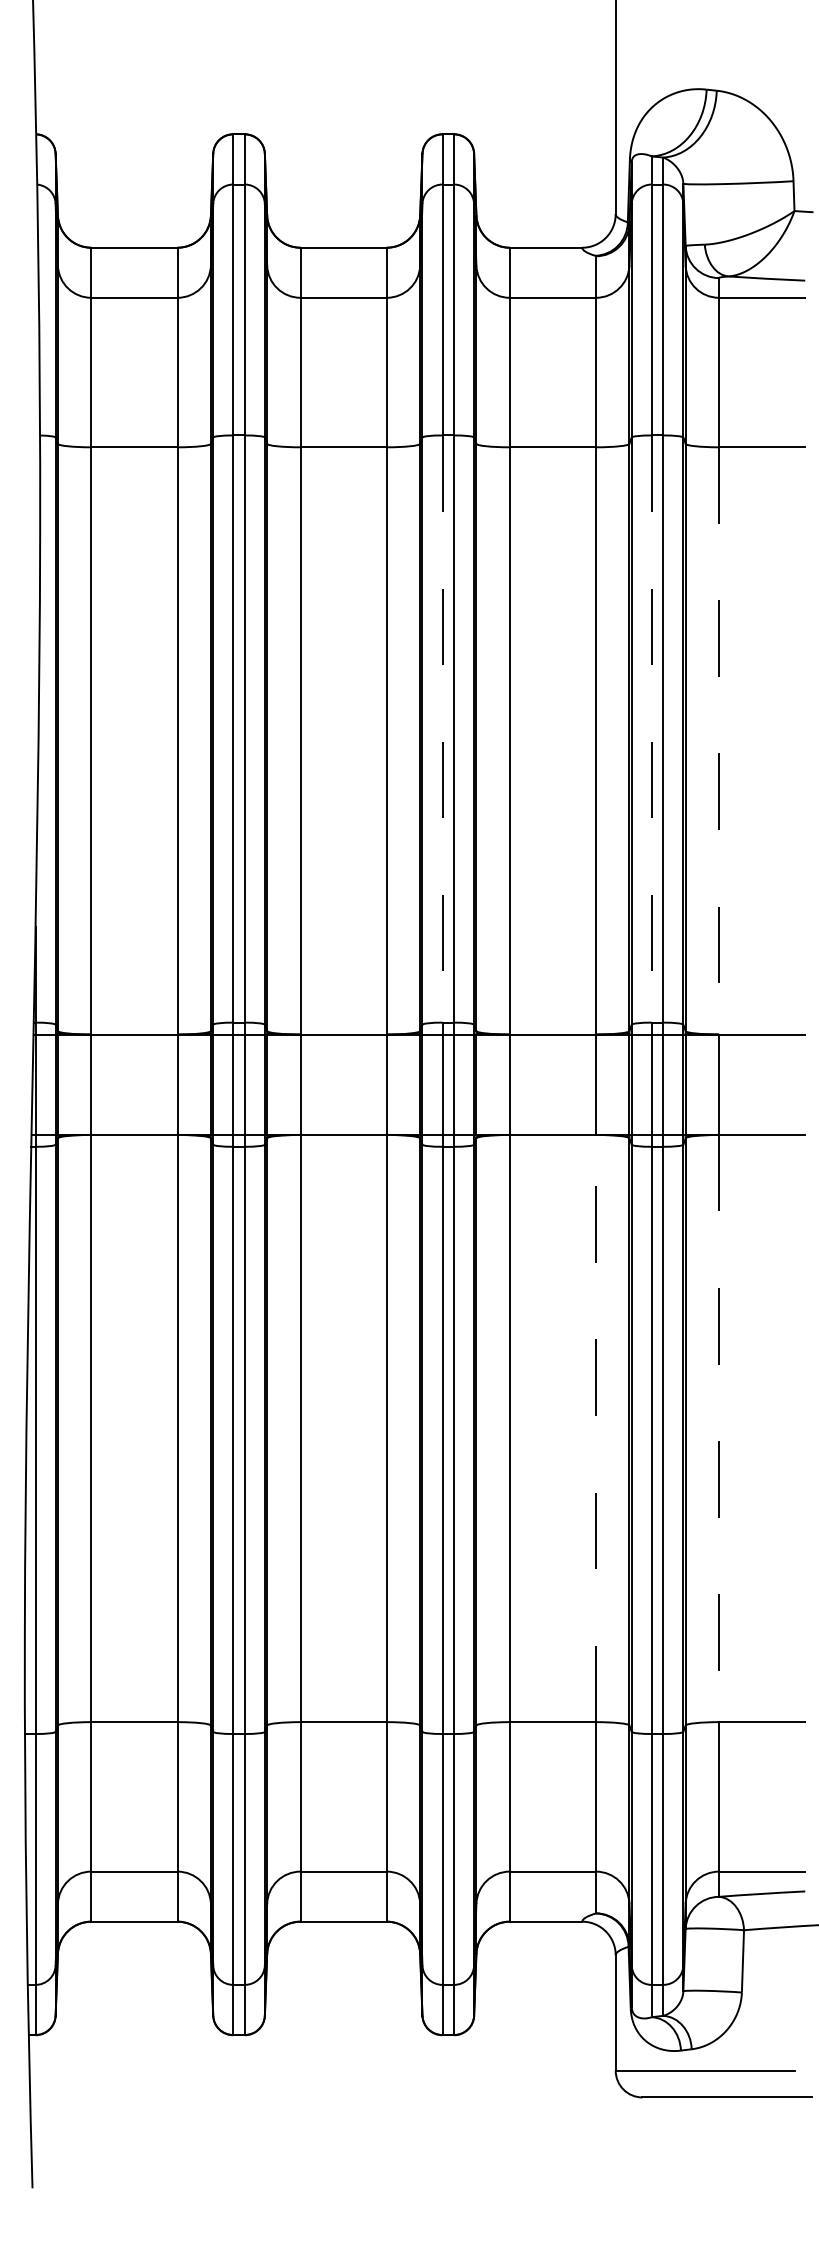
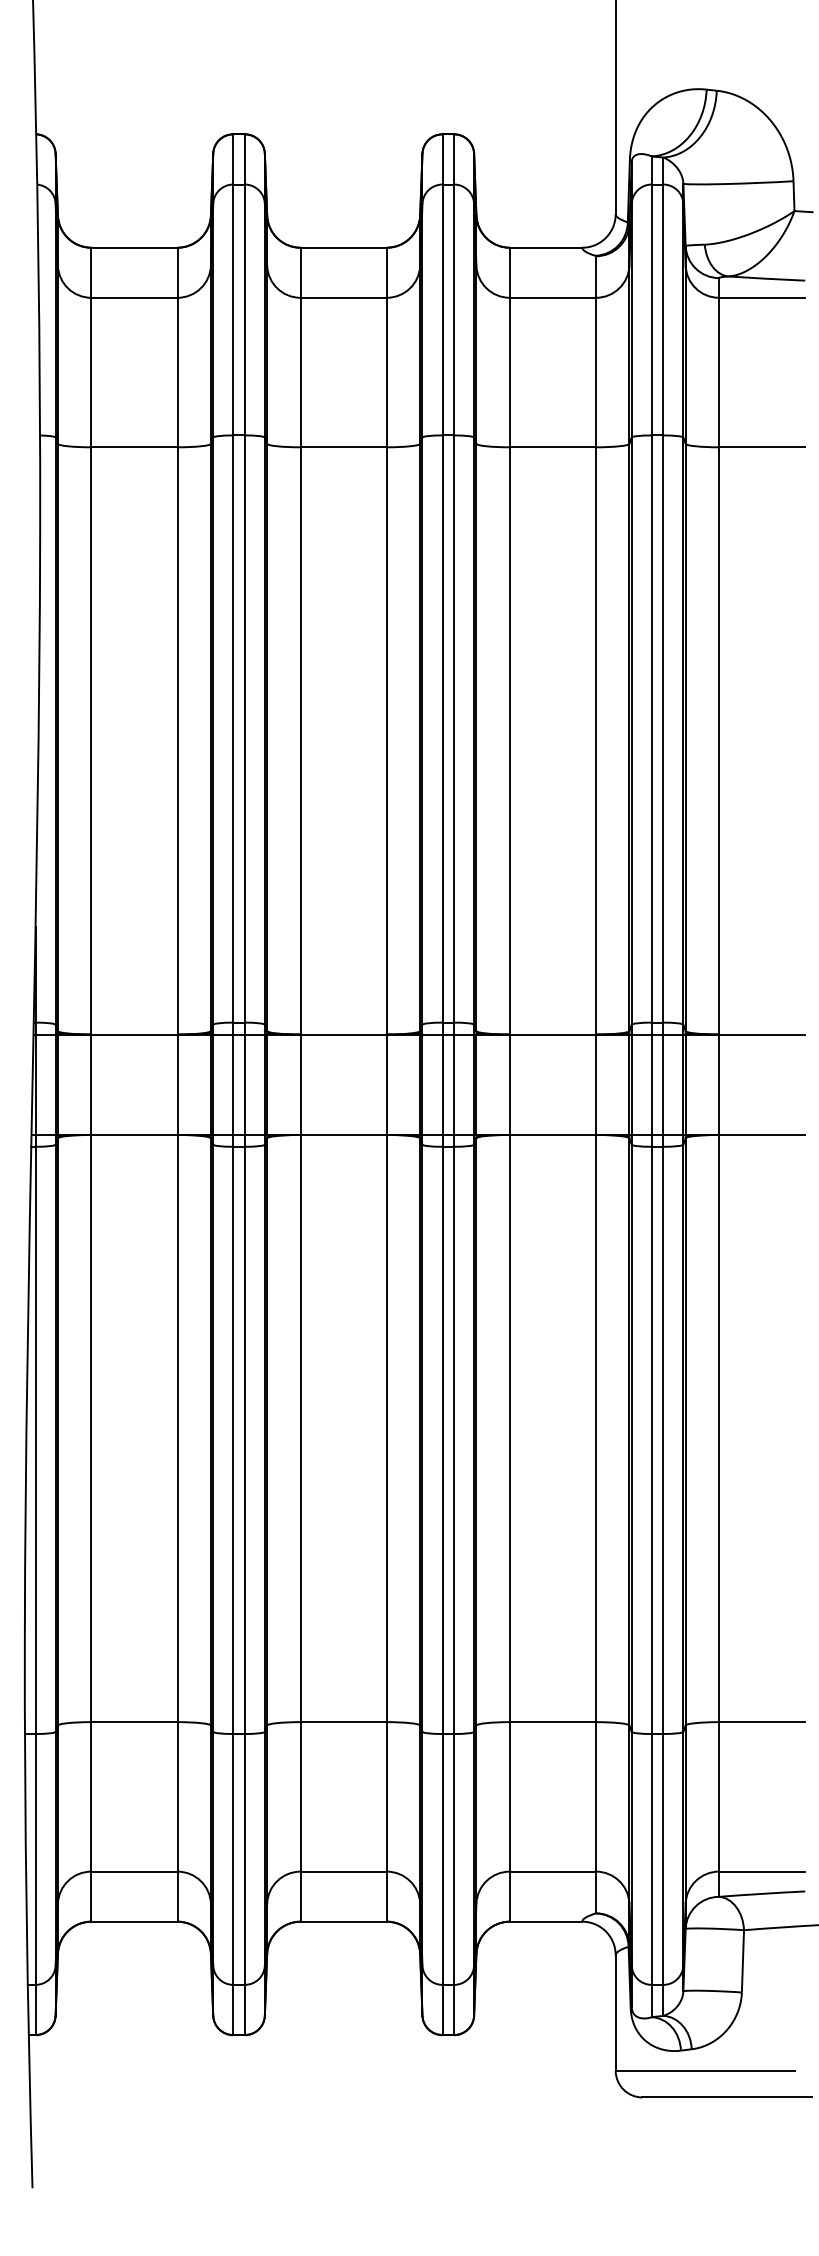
line at (442, 729): dashed -> solid
line at (651, 729): dashed -> solid
line at (719, 740): dashed -> solid
line at (595, 1428): dashed -> solid
line at (719, 1428): dashed -> solid
